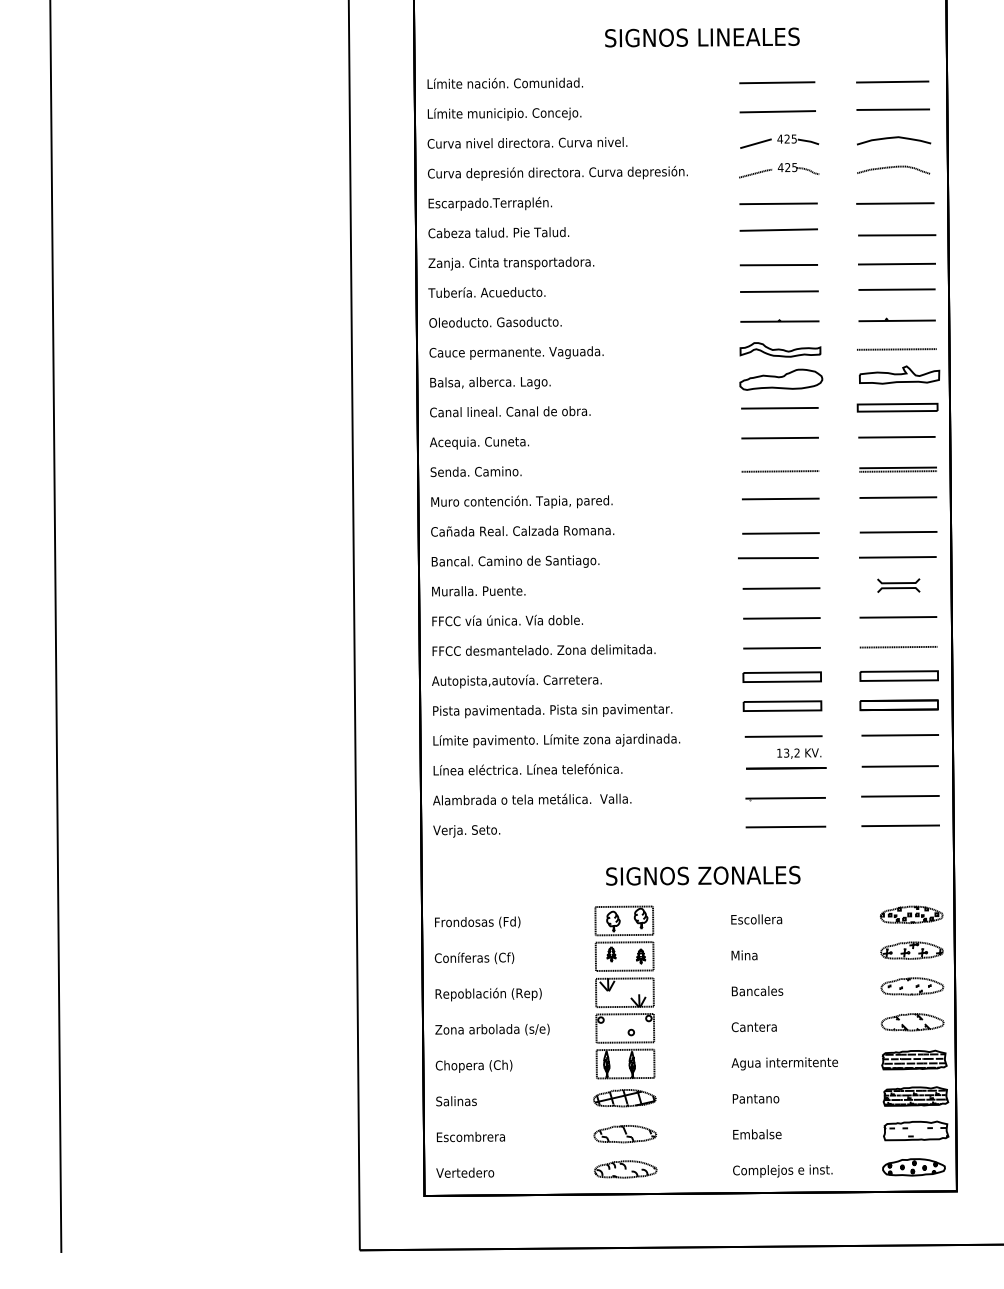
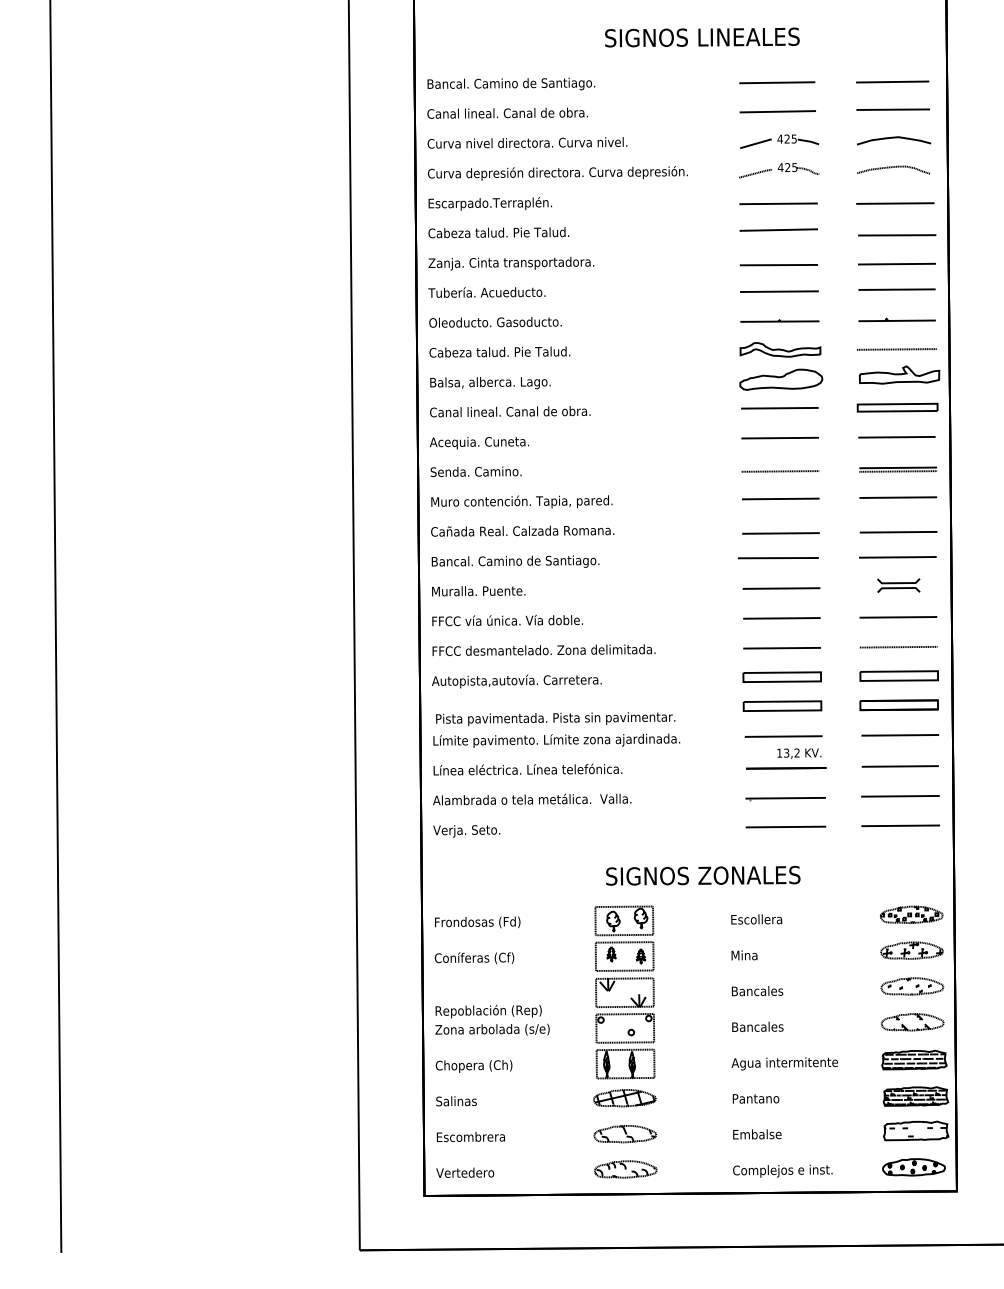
text at (511, 83): Límite nación. Comunidad. -> Bancal. Camino de Santiago.
text at (507, 113): Límite municipio. Concejo. -> Canal lineal. Canal de obra.
text at (524, 352): Cauce permanente. Vaguada. -> Cabeza talud. Pie Talud.
text at (552, 711) position: (552, 711) -> (555, 719)
text at (488, 994) position: (488, 994) -> (488, 1011)
text at (757, 1026): Cantera -> Bancales
